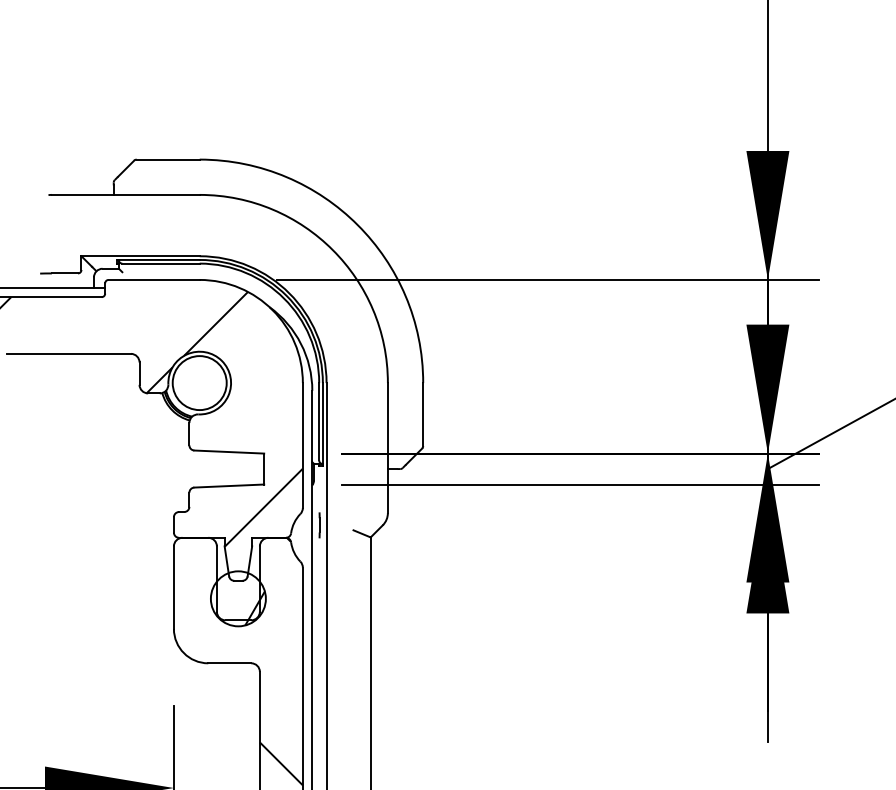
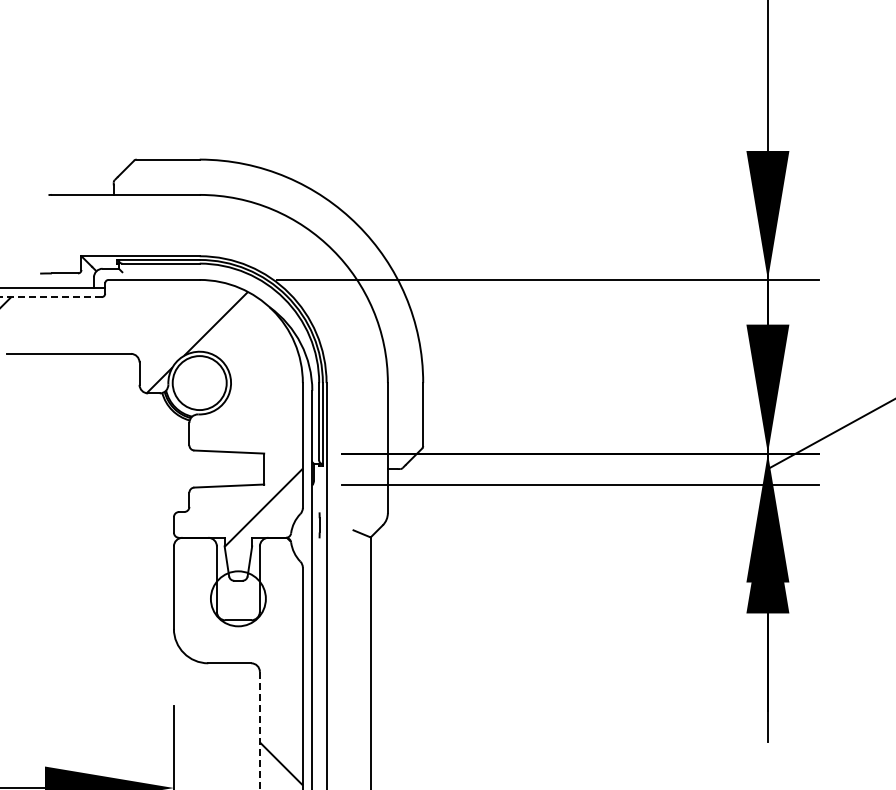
line at (50, 297): solid -> dashed
hatch at (254, 608): present -> none
line at (259, 730): solid -> dashed
